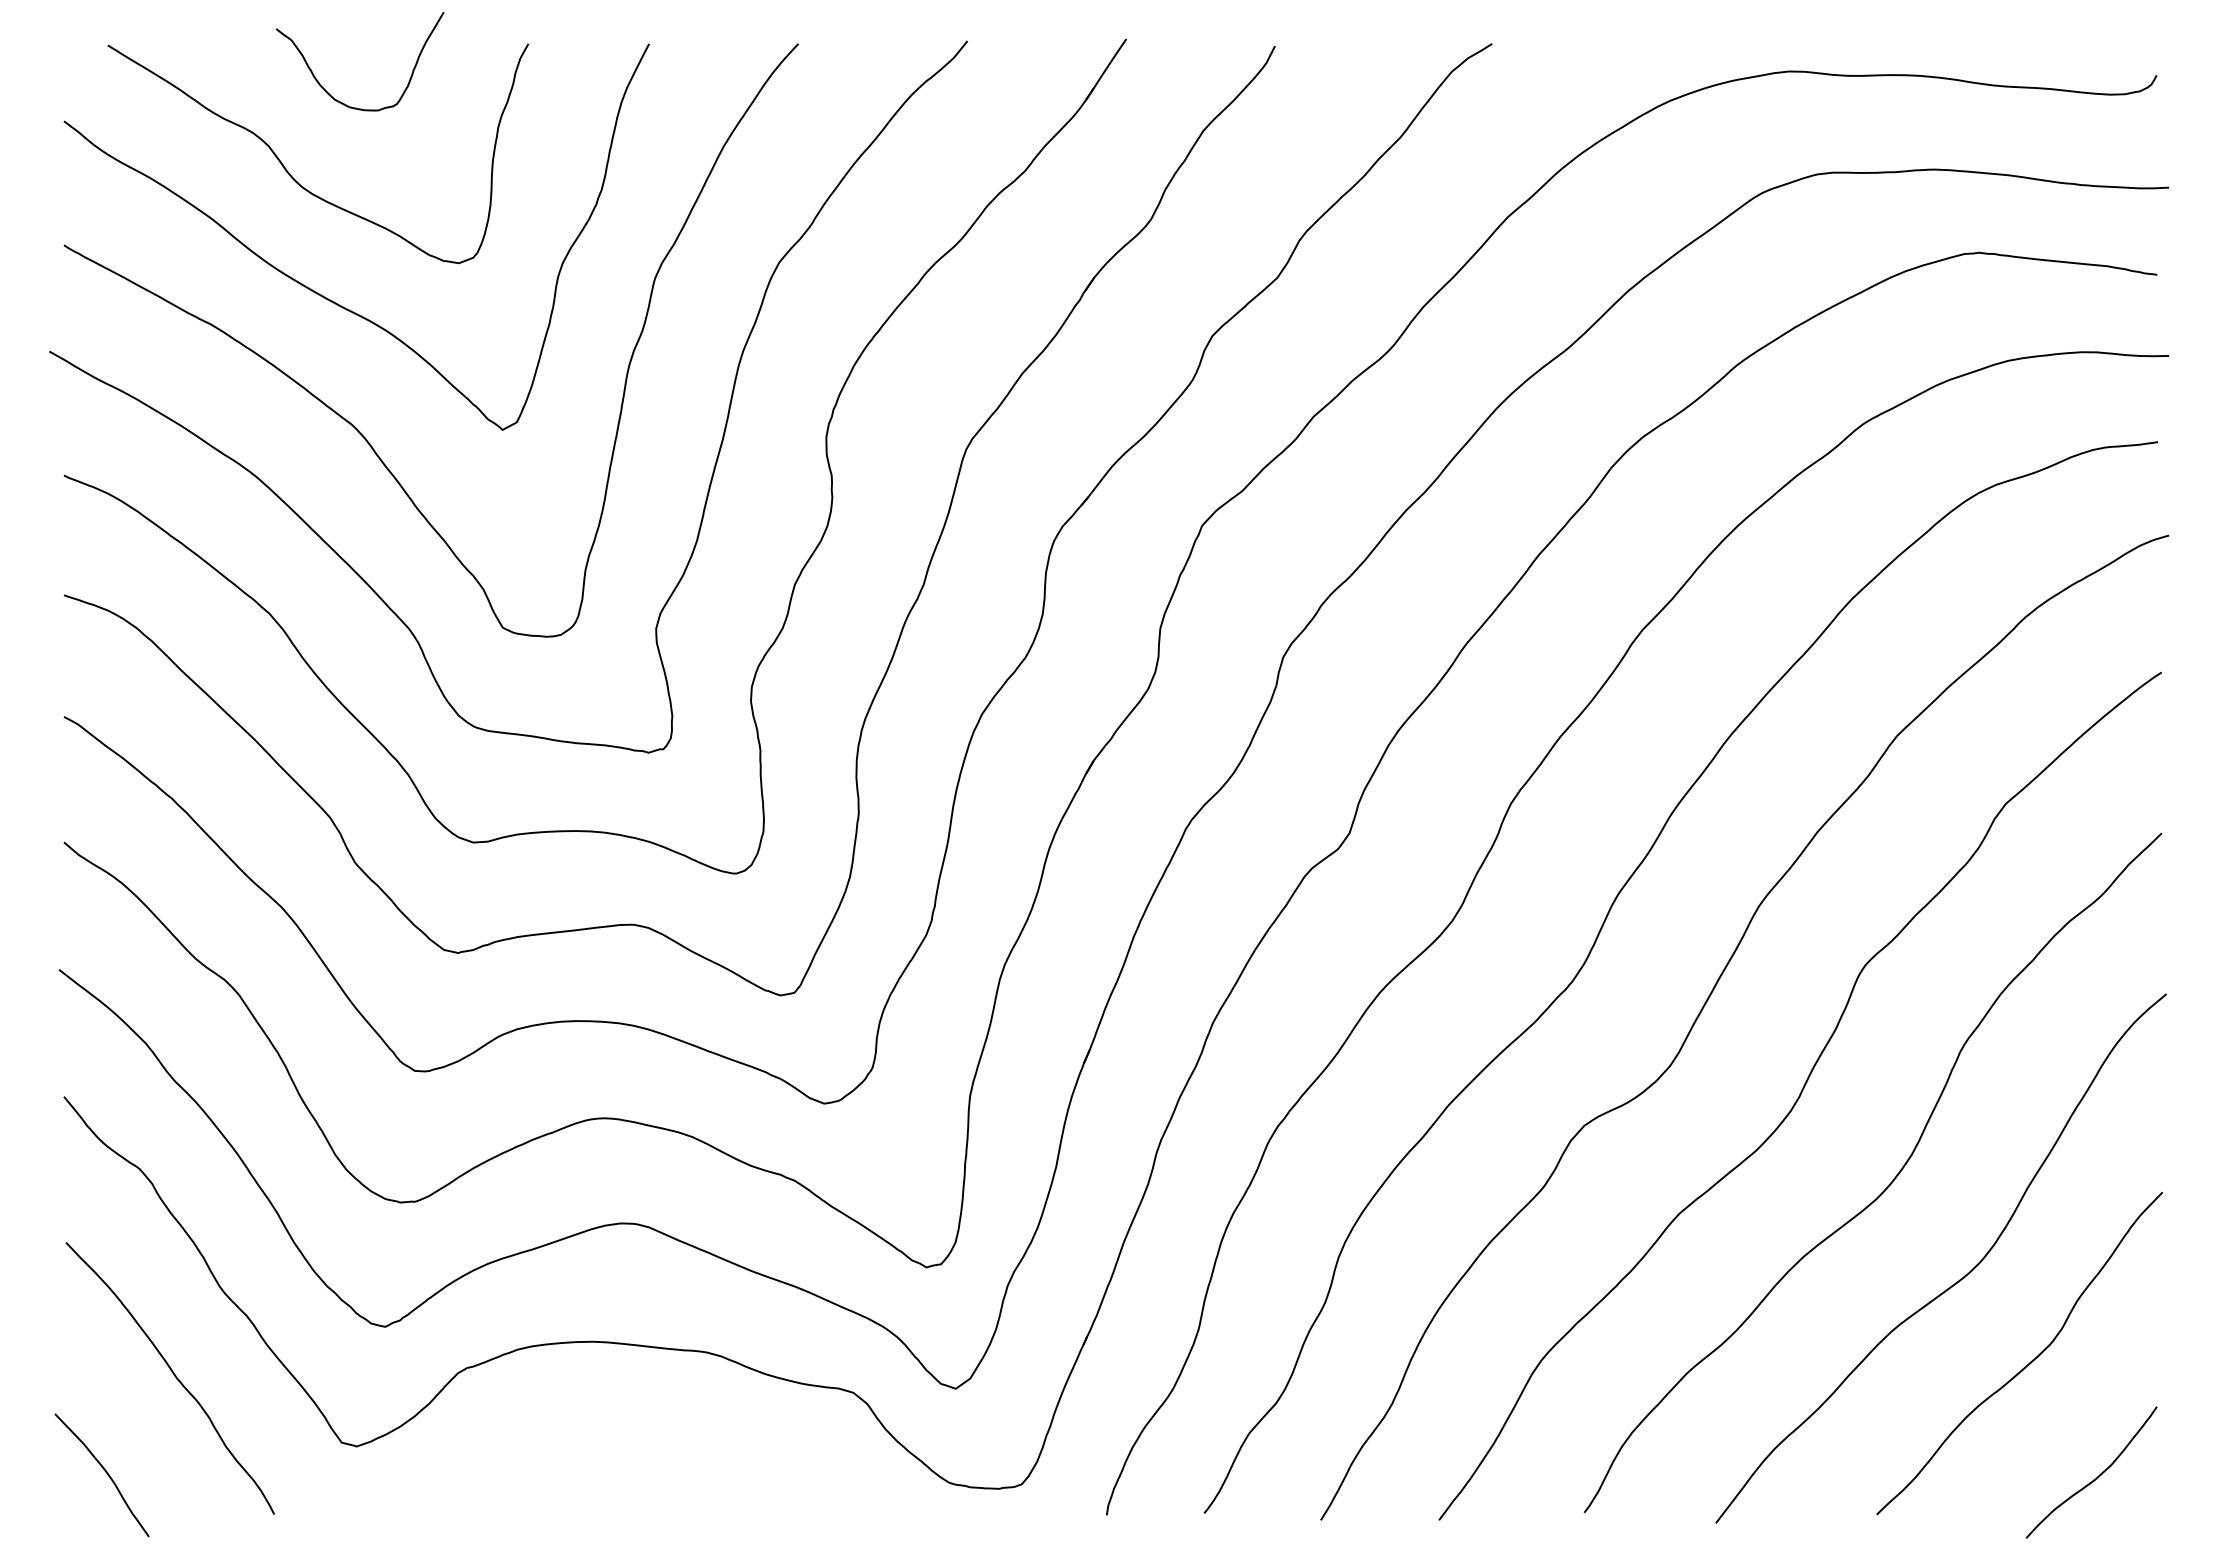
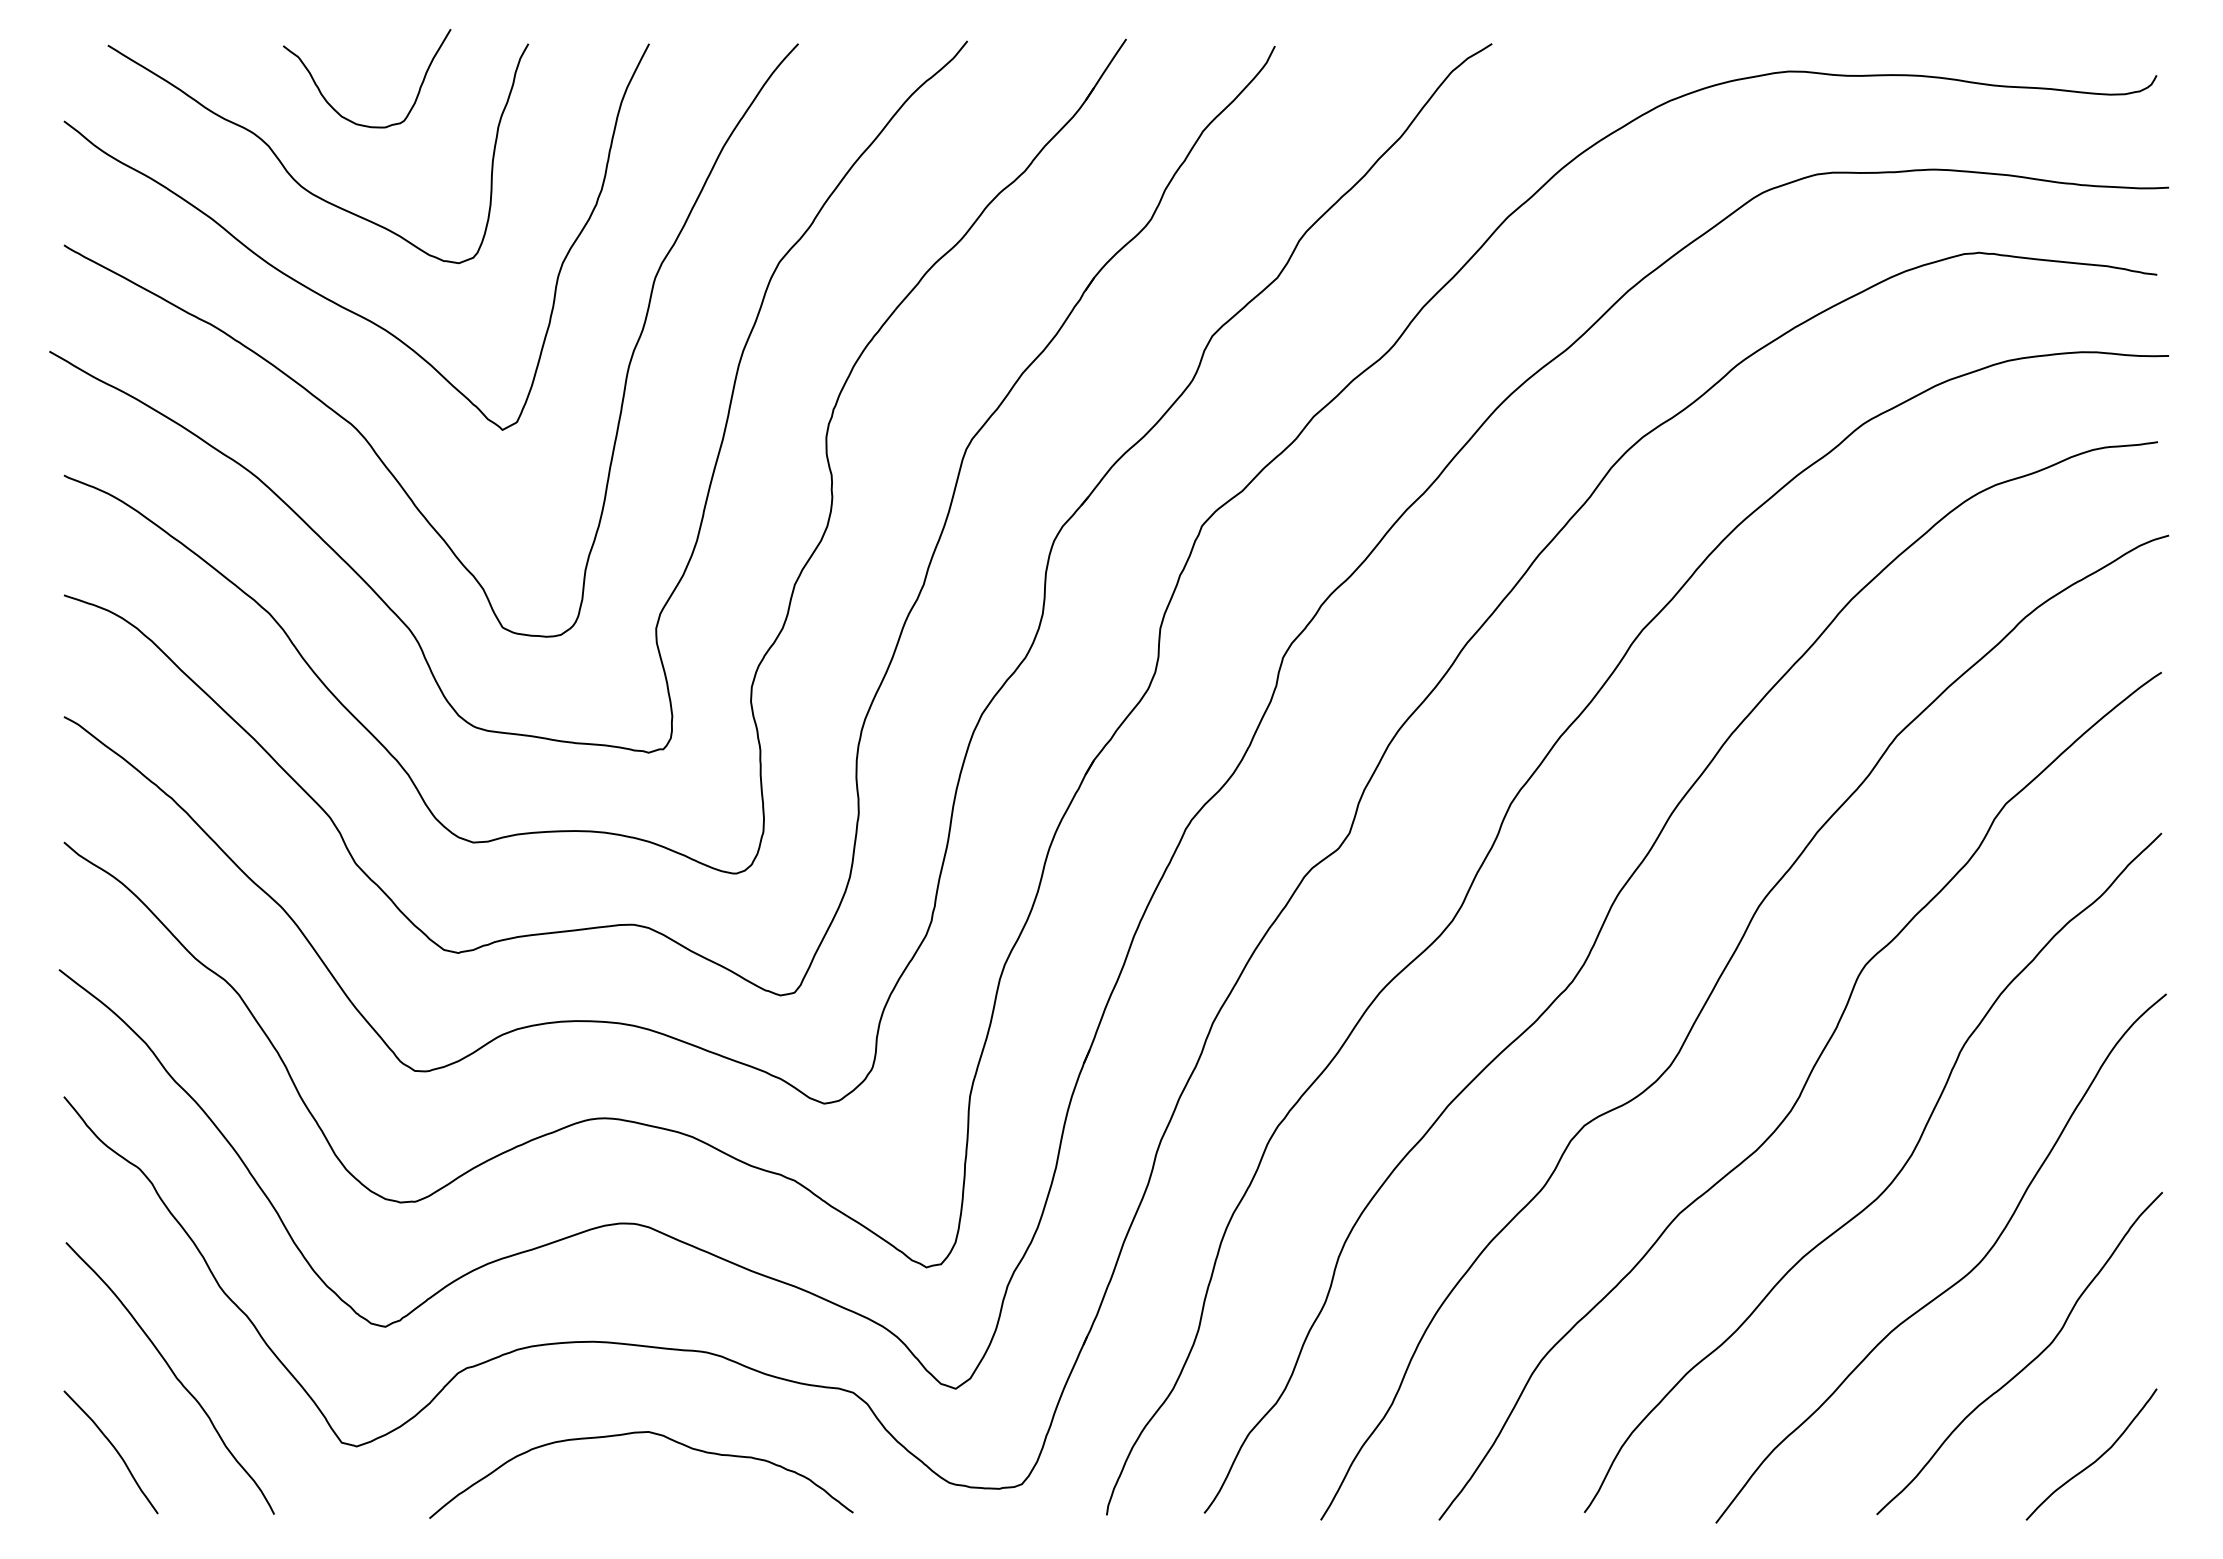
curve at (328, 92) position: (328, 92) -> (335, 109)
curve at (641, 1433): none -> present
curve at (104, 1471) position: (104, 1471) -> (113, 1448)
curve at (2096, 1477) position: (2096, 1477) -> (2096, 1459)
